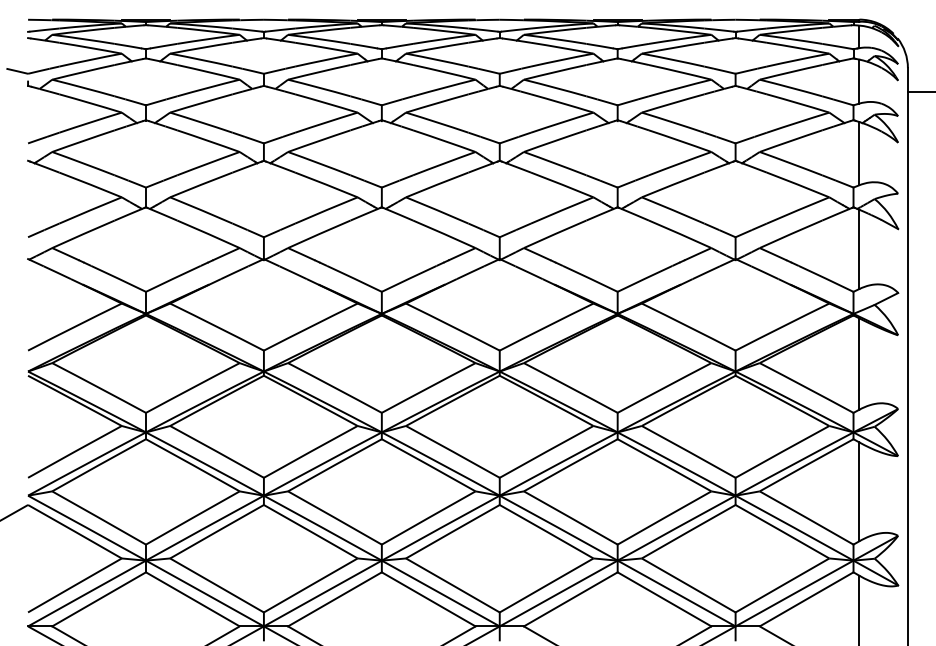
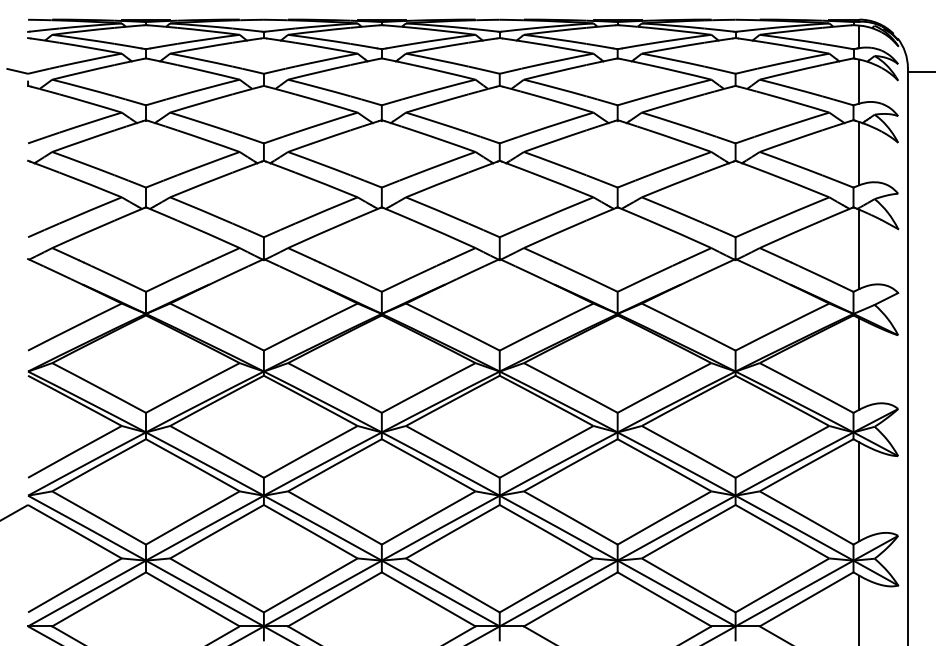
line at (919, 92) position: (919, 92) -> (919, 72)
